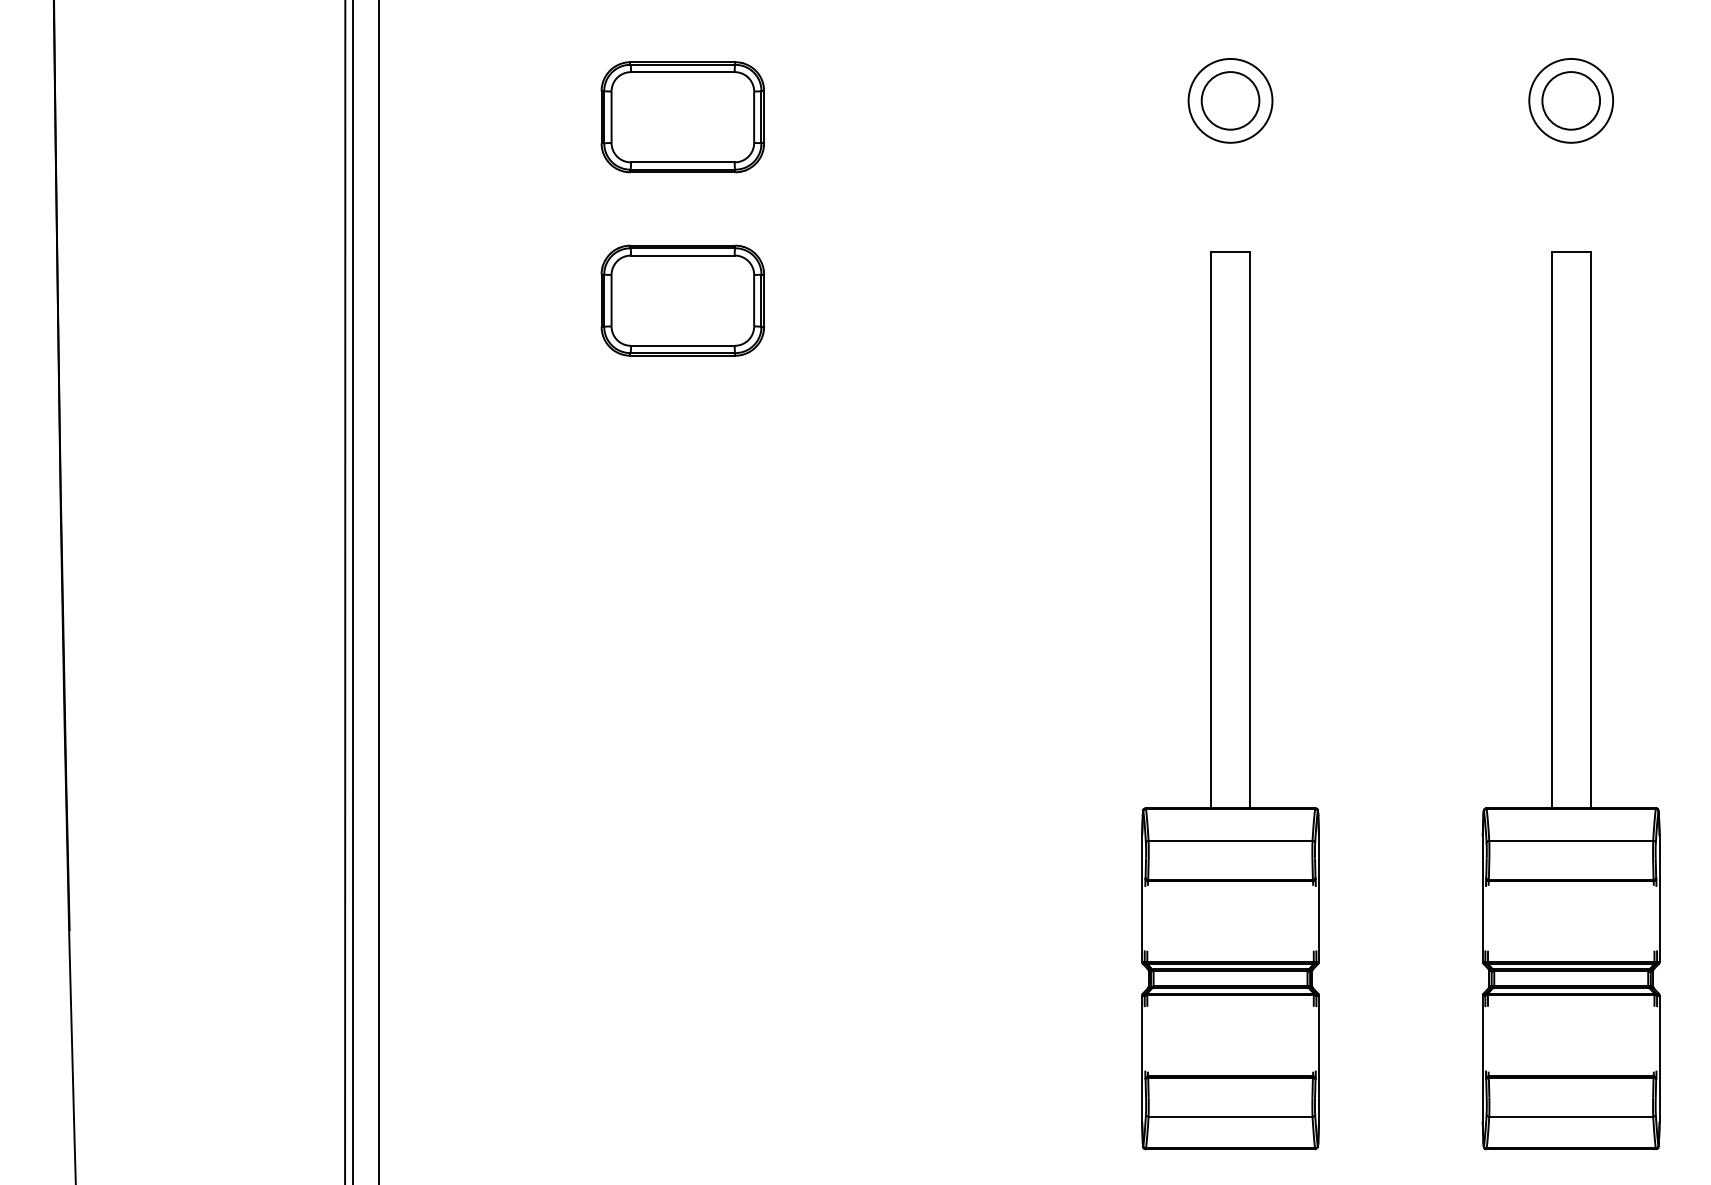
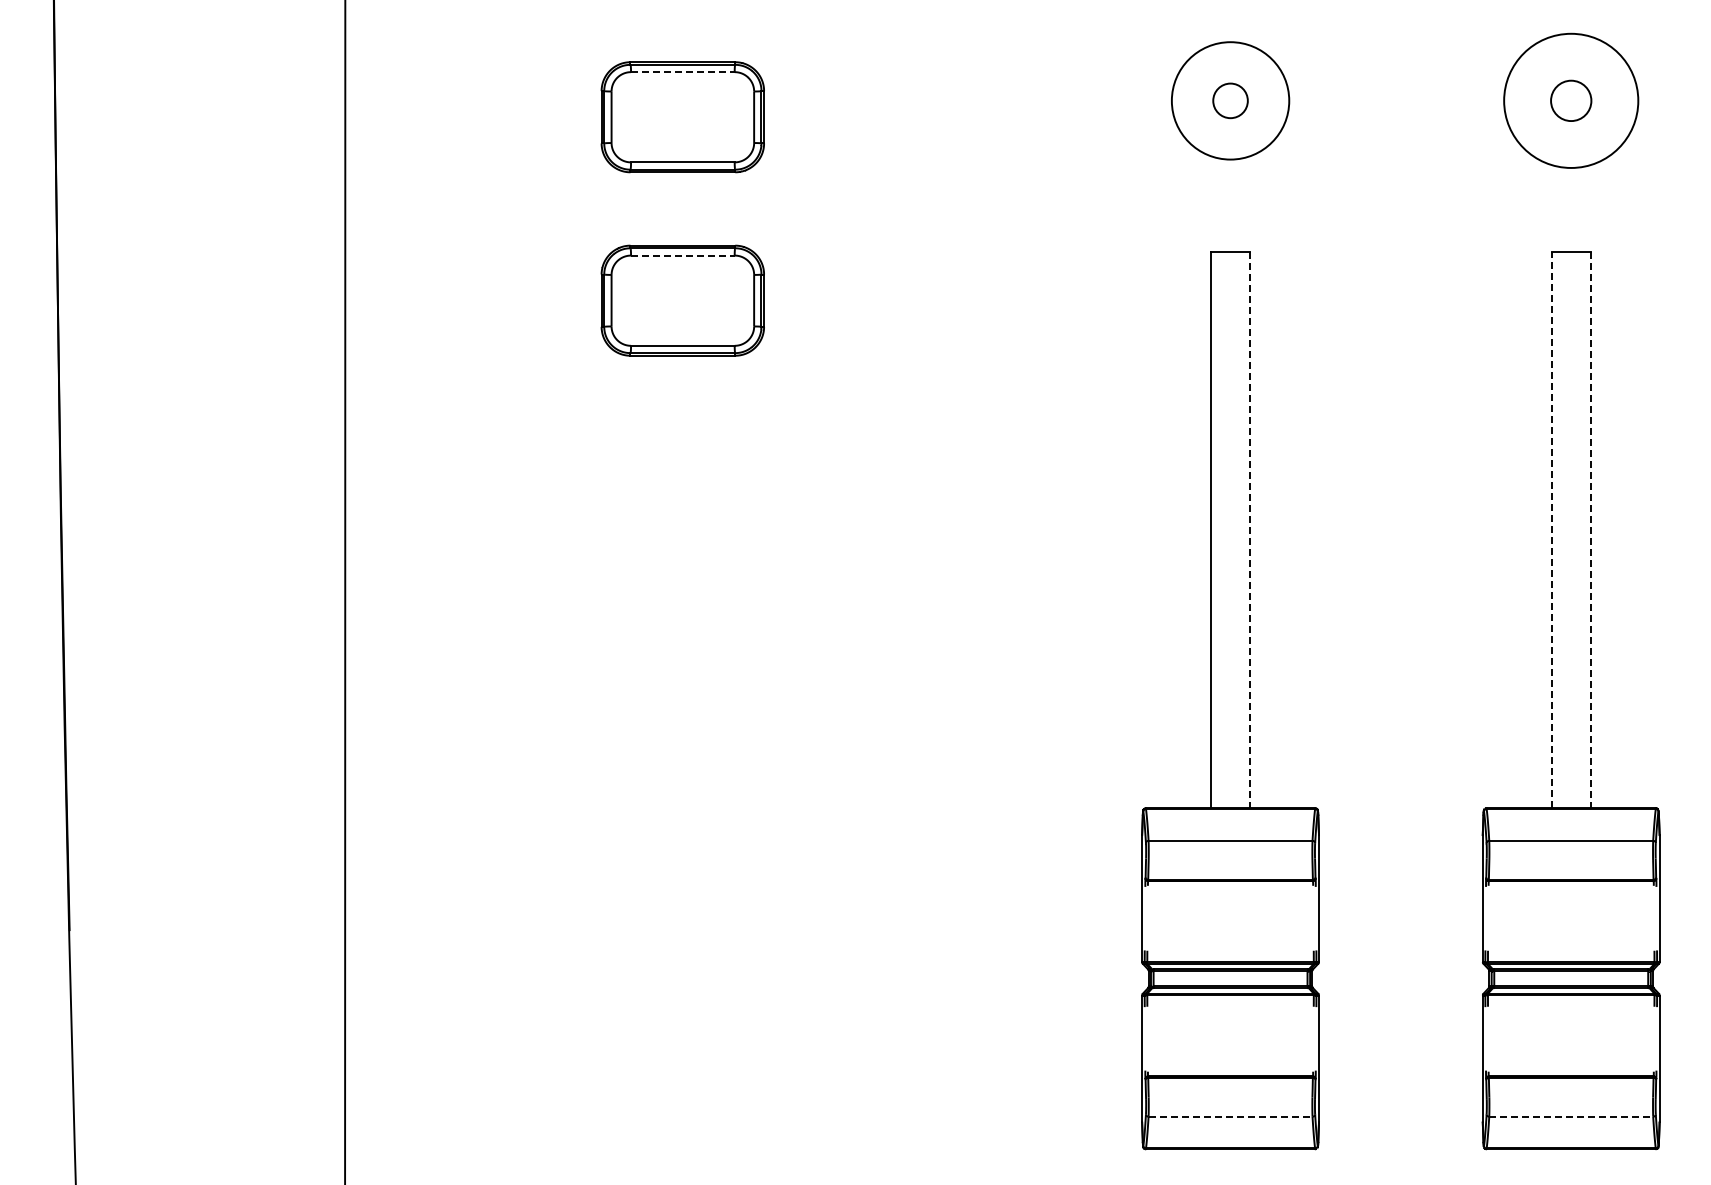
line at (682, 72): solid -> dashed
circle at (1230, 100) diameter: 58 px -> 35 px
circle at (1230, 100) diameter: 84 px -> 117 px
circle at (1571, 100) diameter: 58 px -> 40 px
circle at (1571, 100) diameter: 84 px -> 134 px
line at (682, 255): solid -> dashed
line at (1551, 529): solid -> dashed
line at (1250, 530): solid -> dashed
line at (1590, 530): solid -> dashed
line at (352, 591): present -> none
line at (378, 591): present -> none
line at (1230, 1116): solid -> dashed
line at (1571, 1116): solid -> dashed
